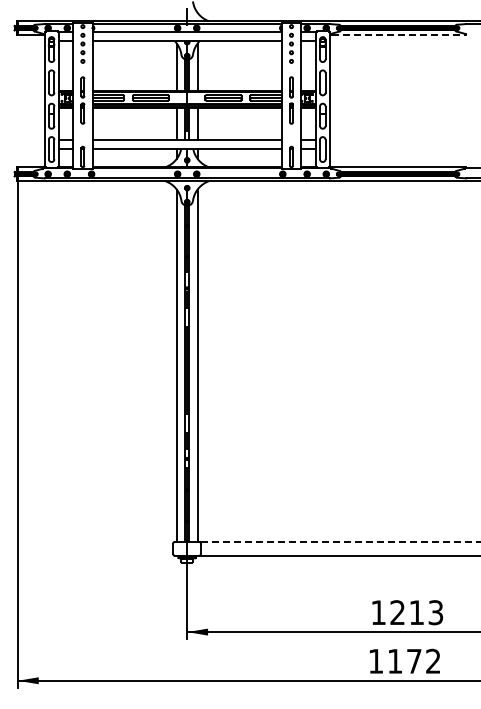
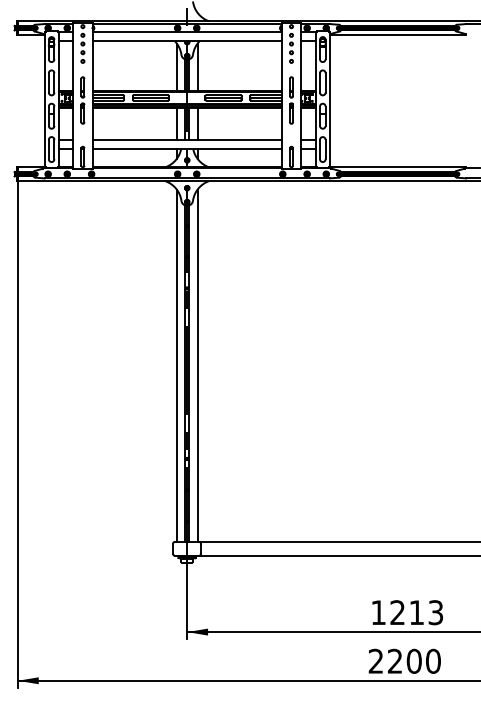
line at (398, 35): dashed -> solid
line at (340, 541): dashed -> solid
text at (404, 660): 1172 -> 2200
